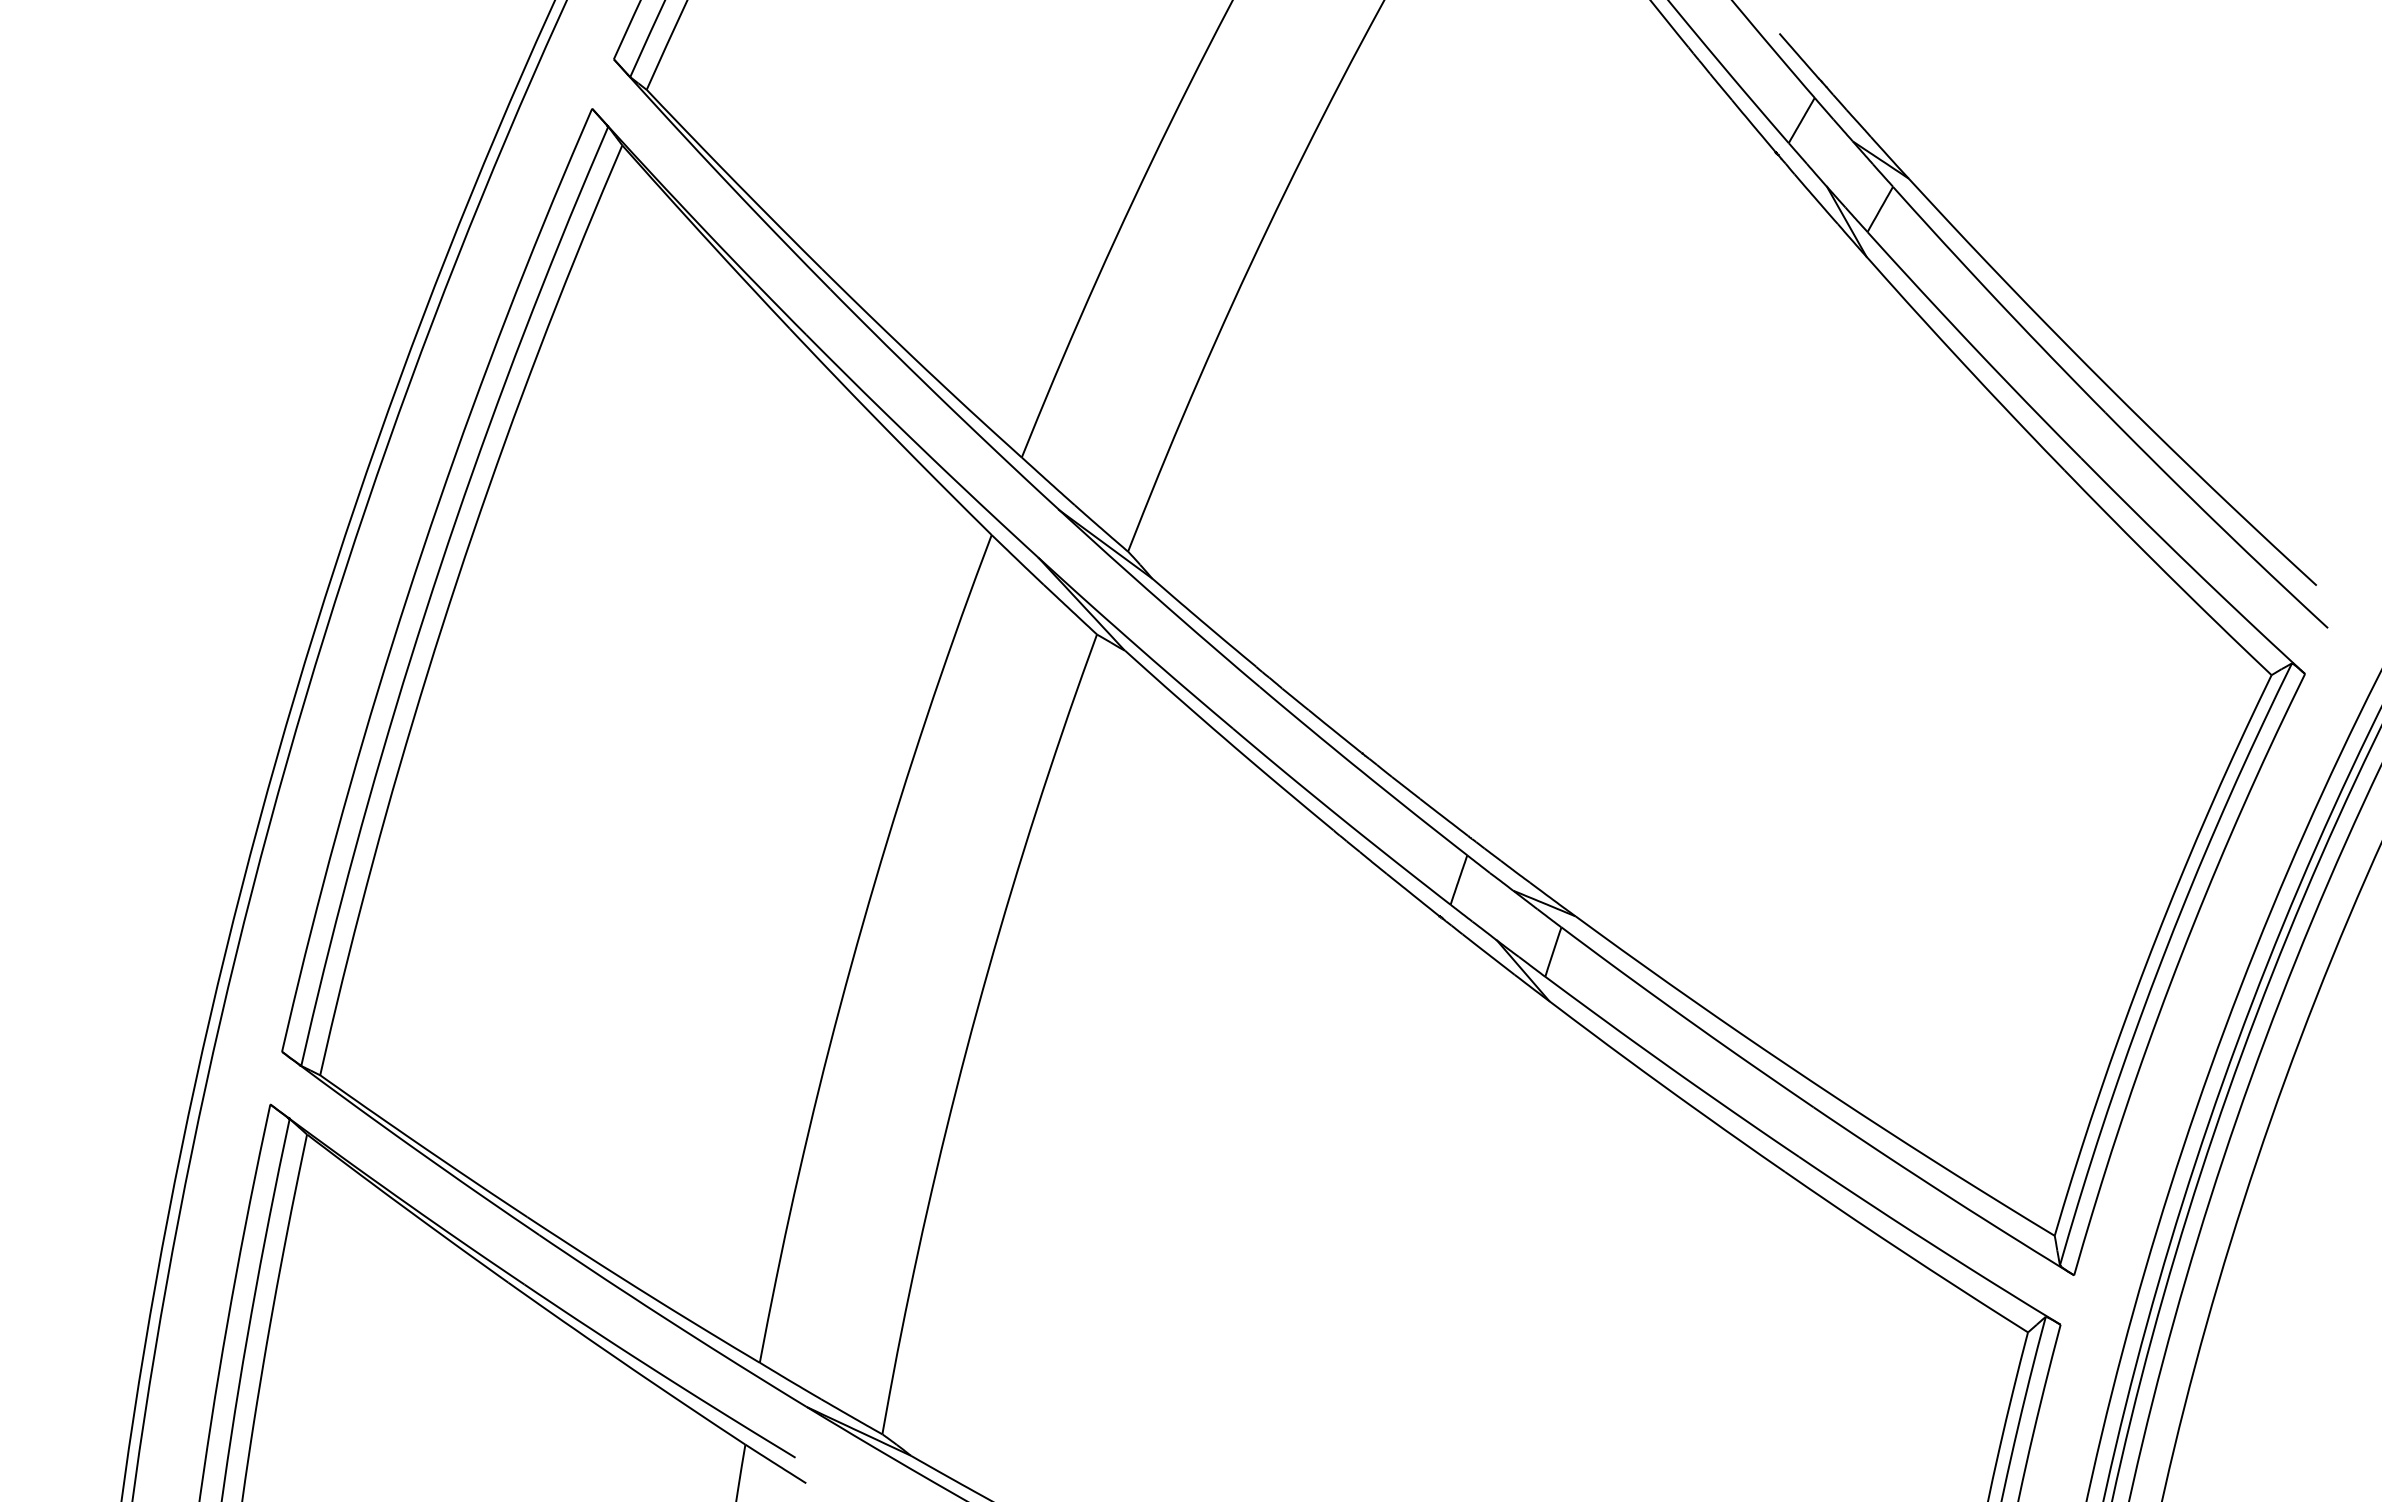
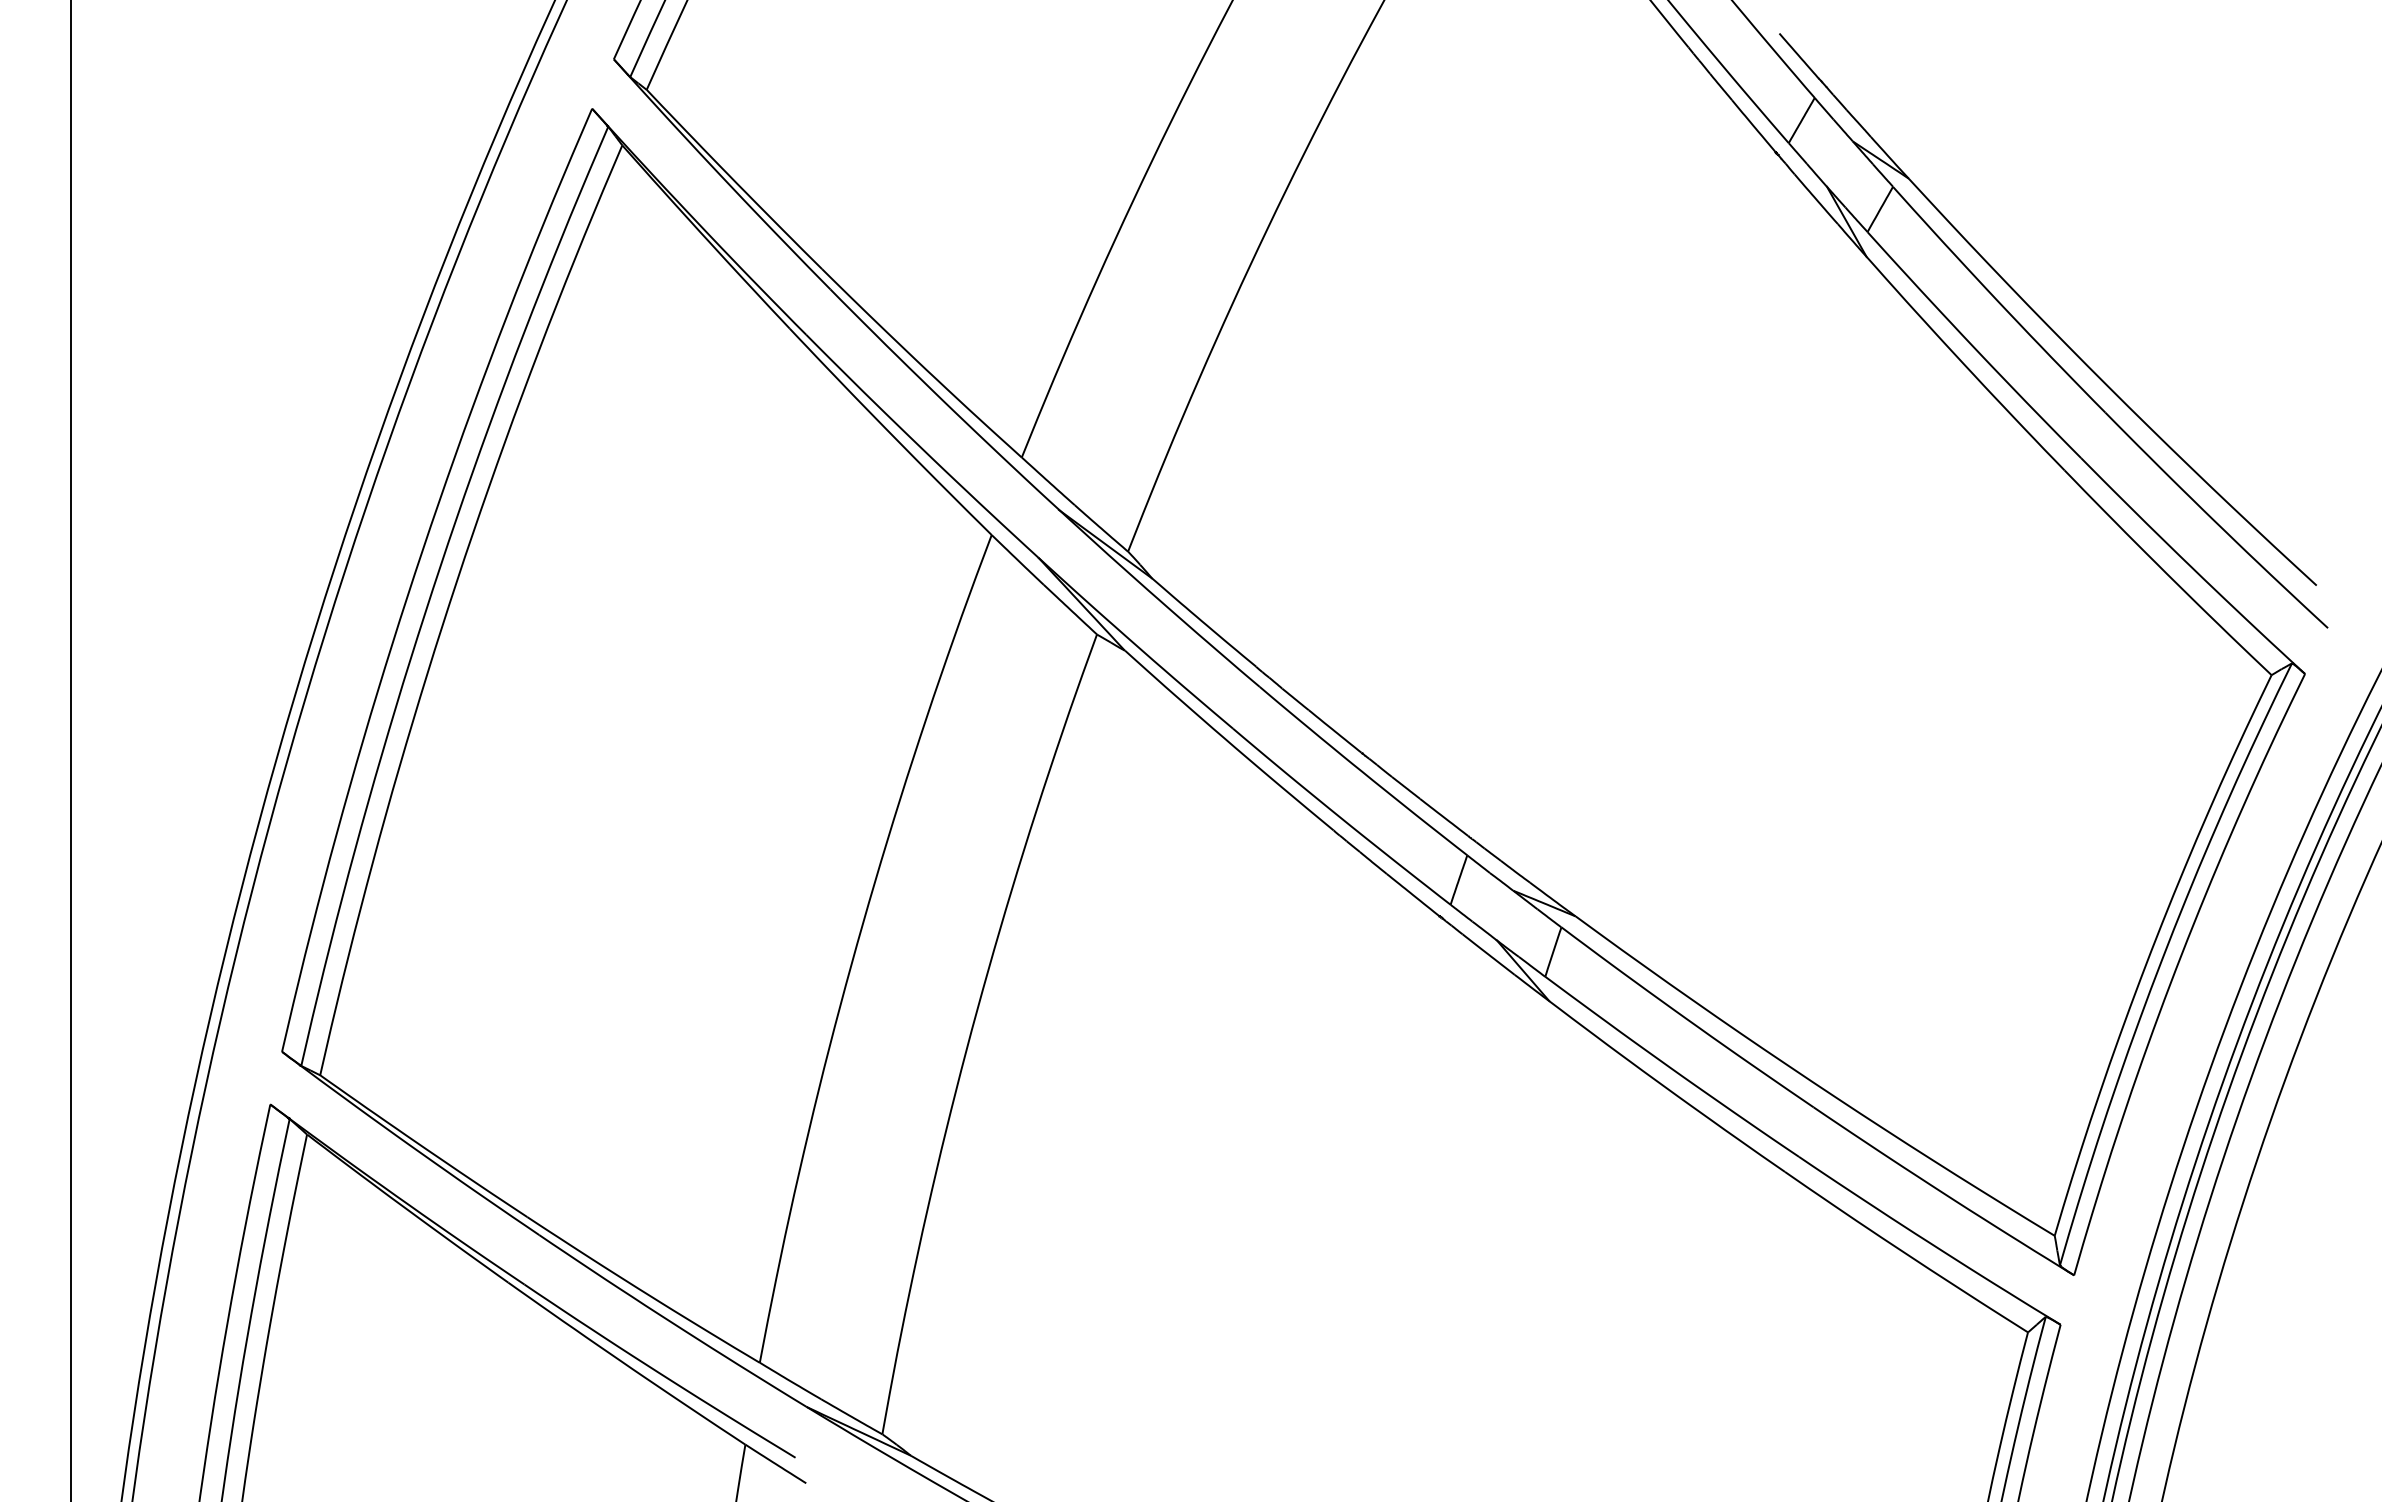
line at (71, 750): none -> present
